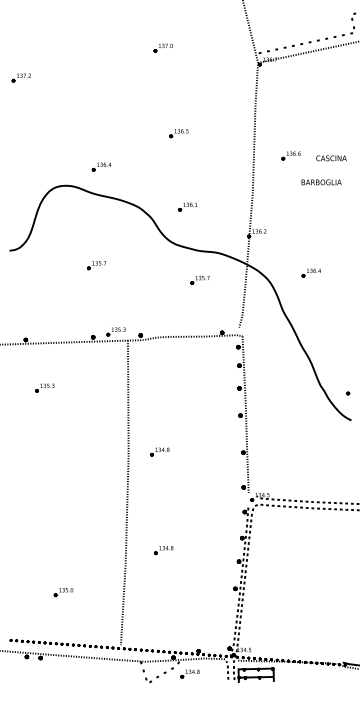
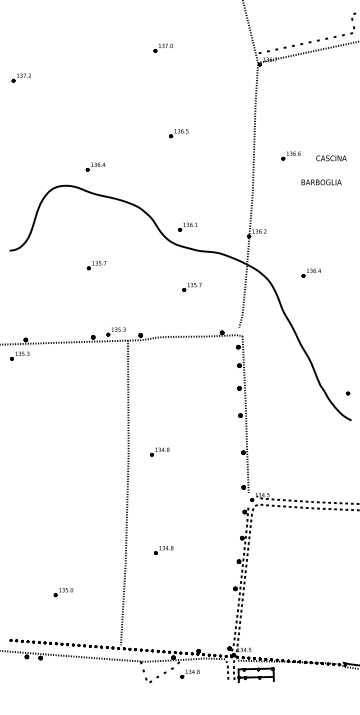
part at (101, 166) position: (101, 166) -> (95, 166)
part at (187, 206) position: (187, 206) -> (187, 226)
part at (199, 280) position: (199, 280) -> (191, 287)
part at (44, 387) position: (44, 387) -> (19, 355)
